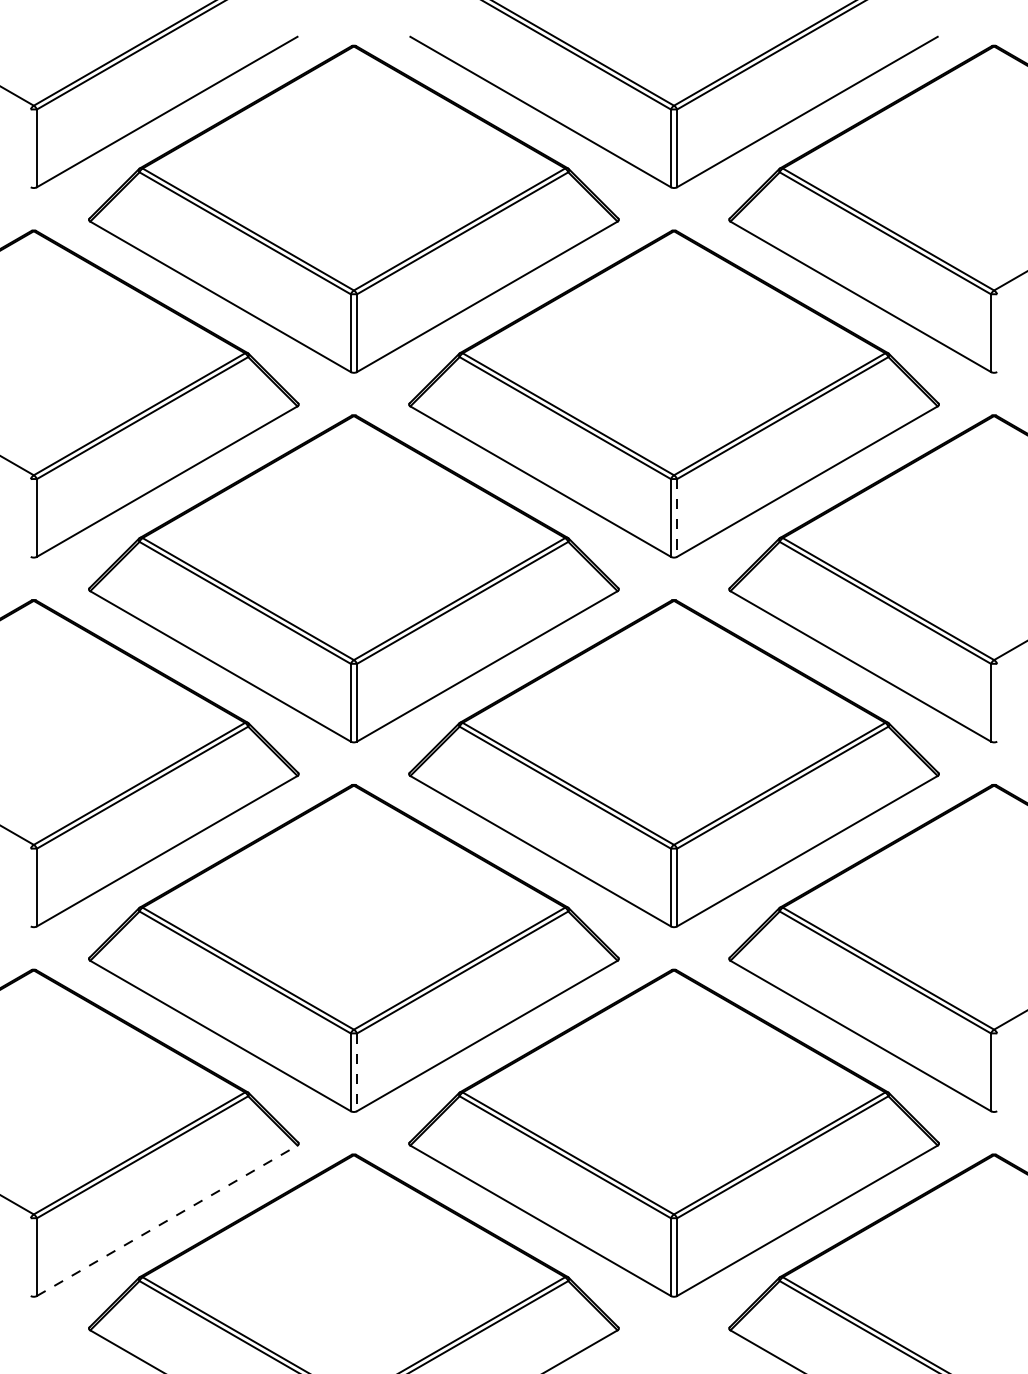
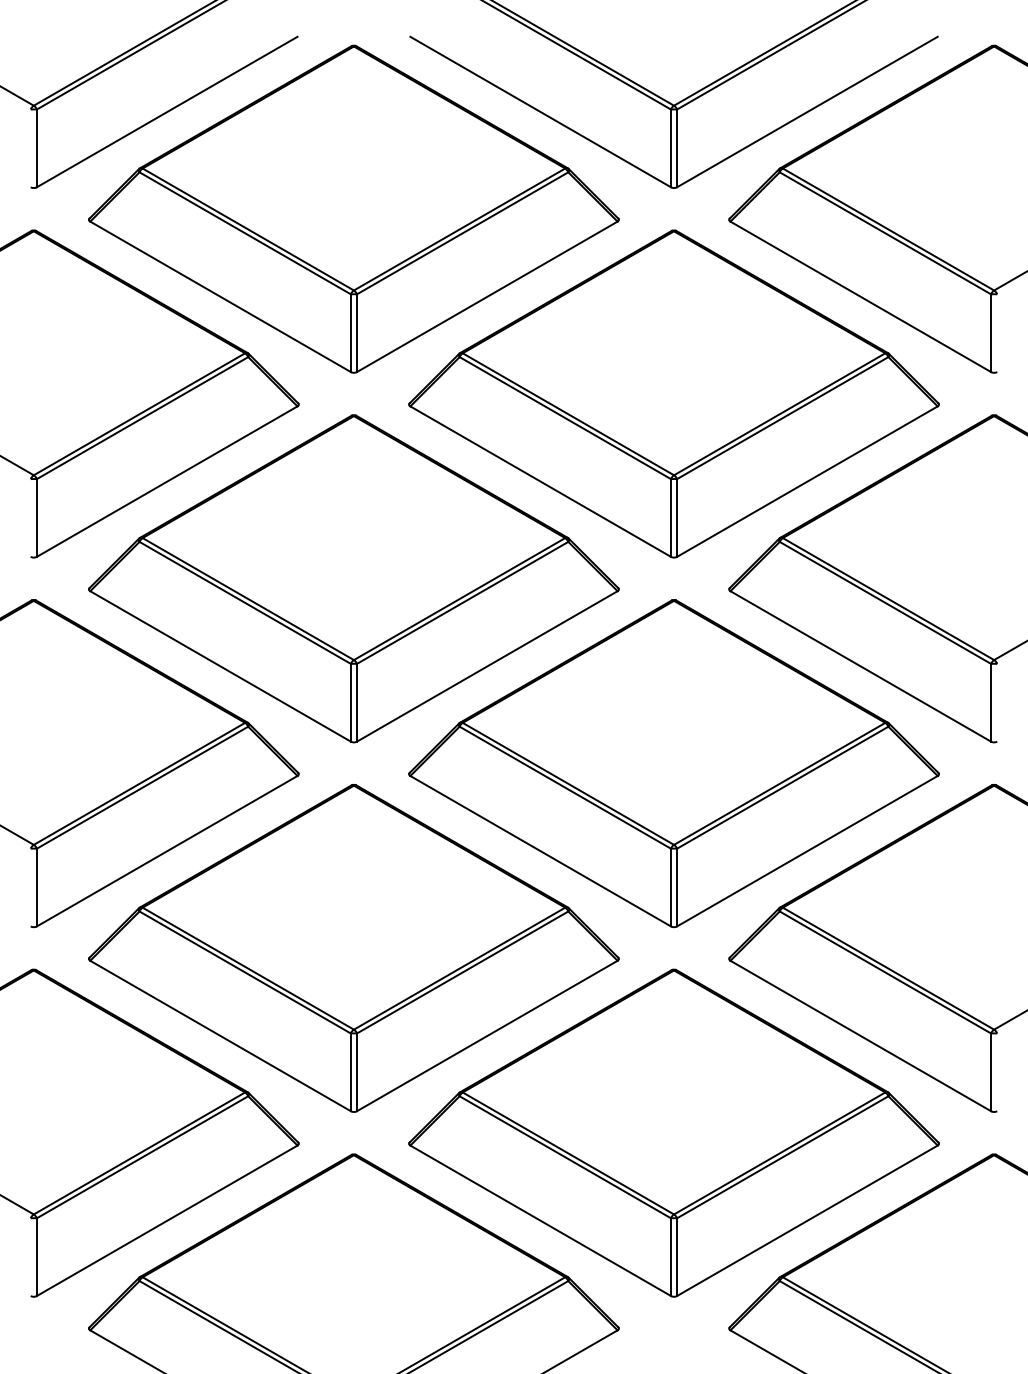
line at (677, 517): dashed -> solid
line at (357, 1072): dashed -> solid
line at (167, 1220): dashed -> solid
